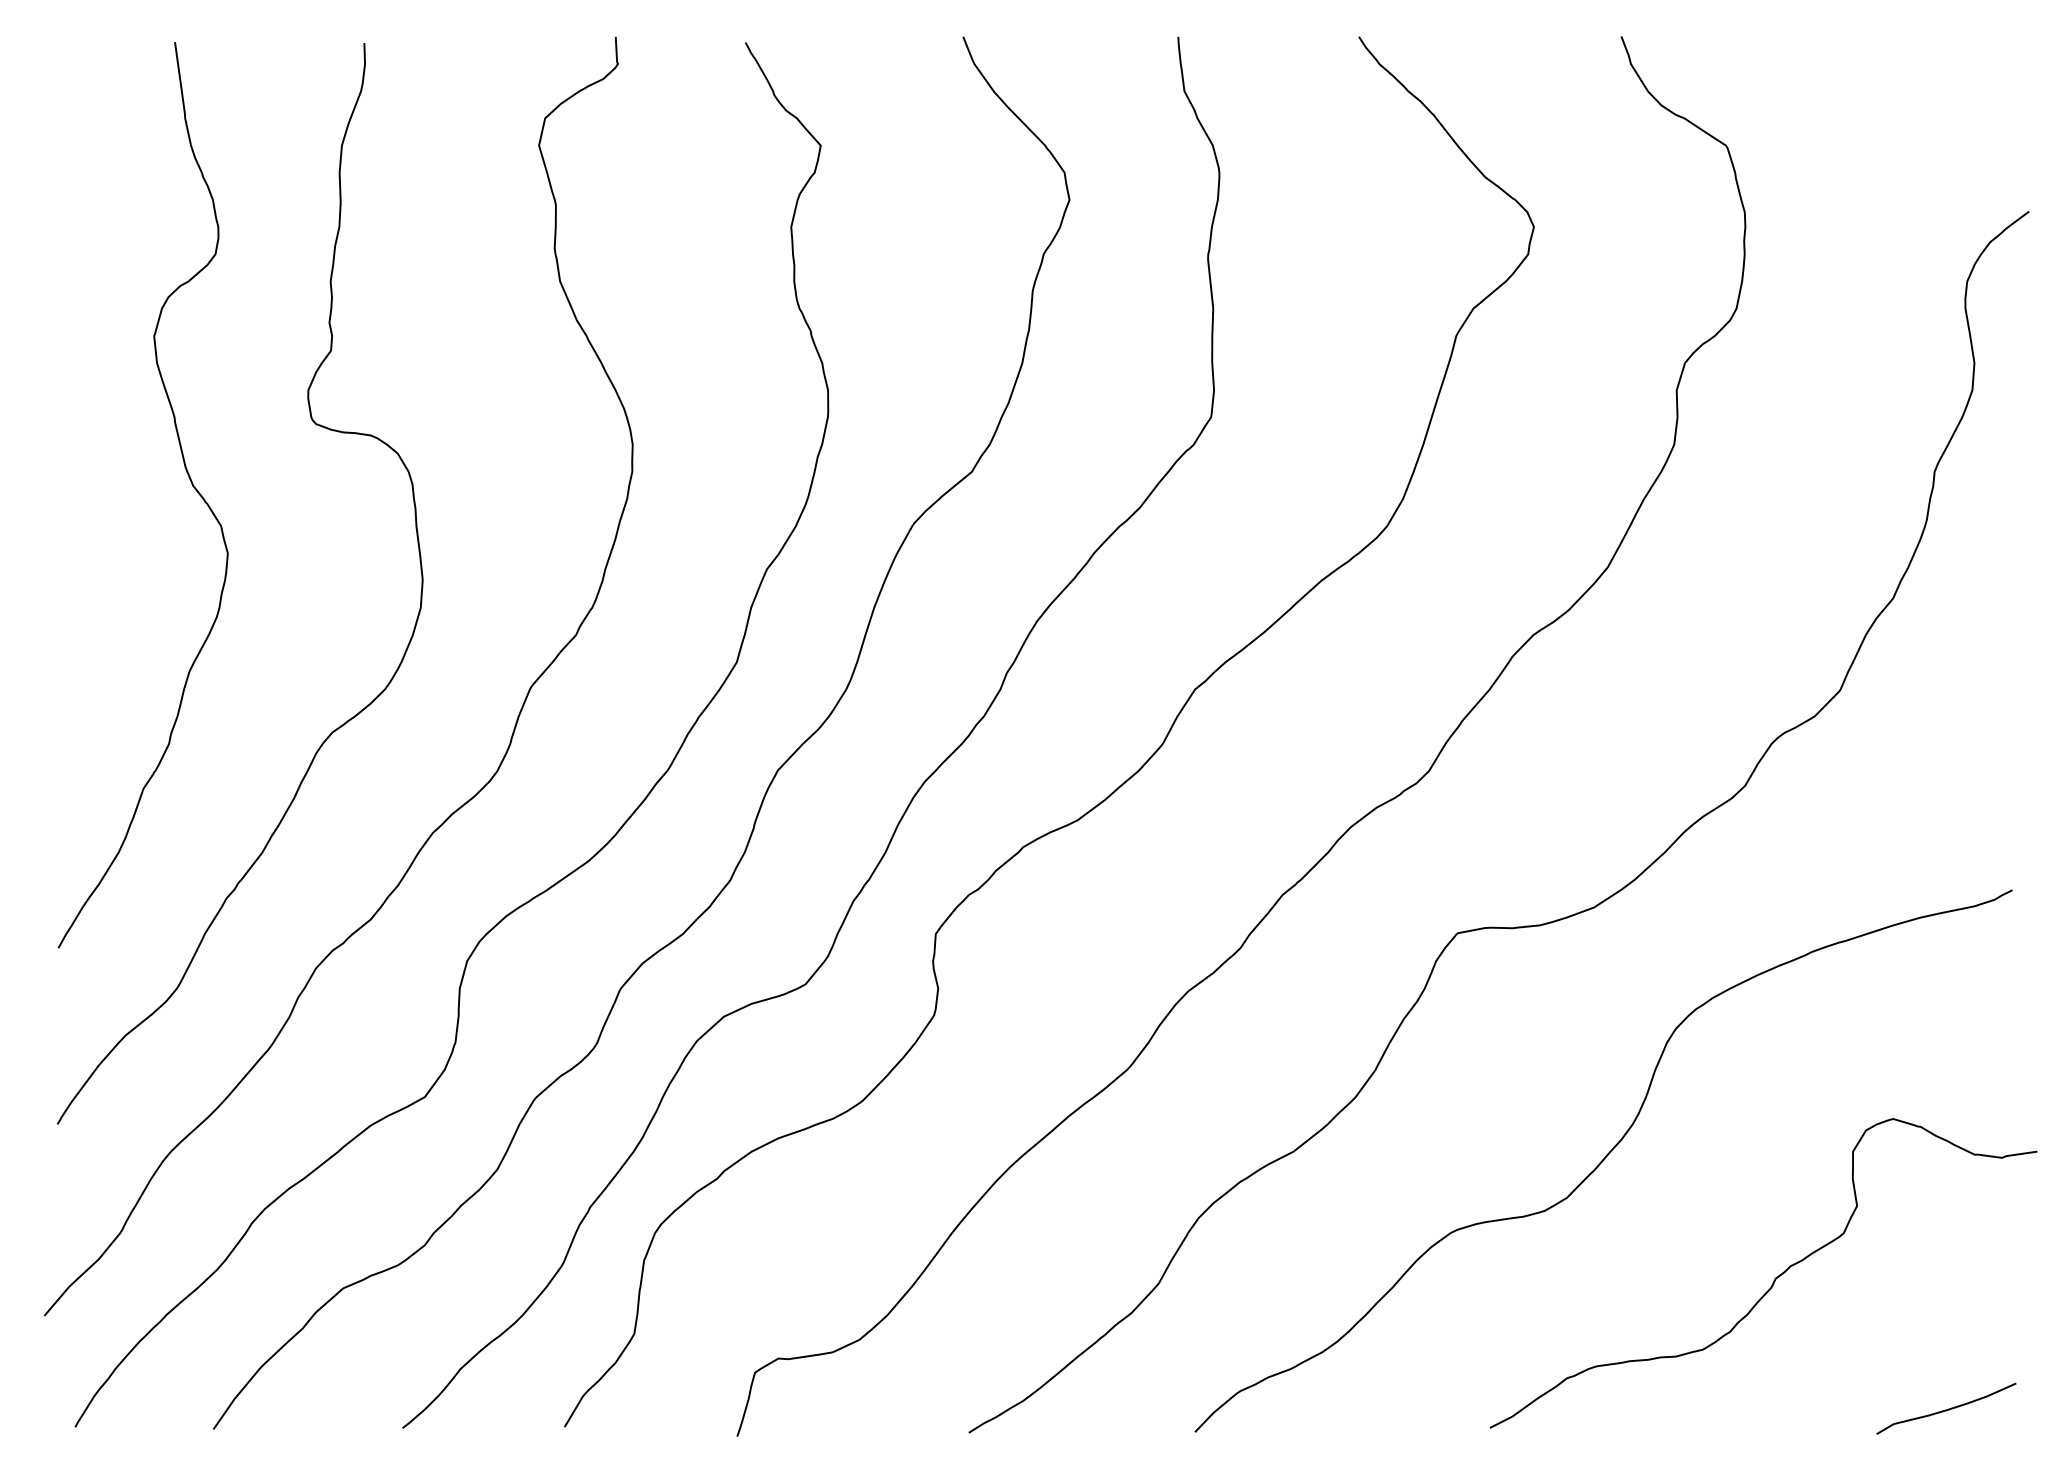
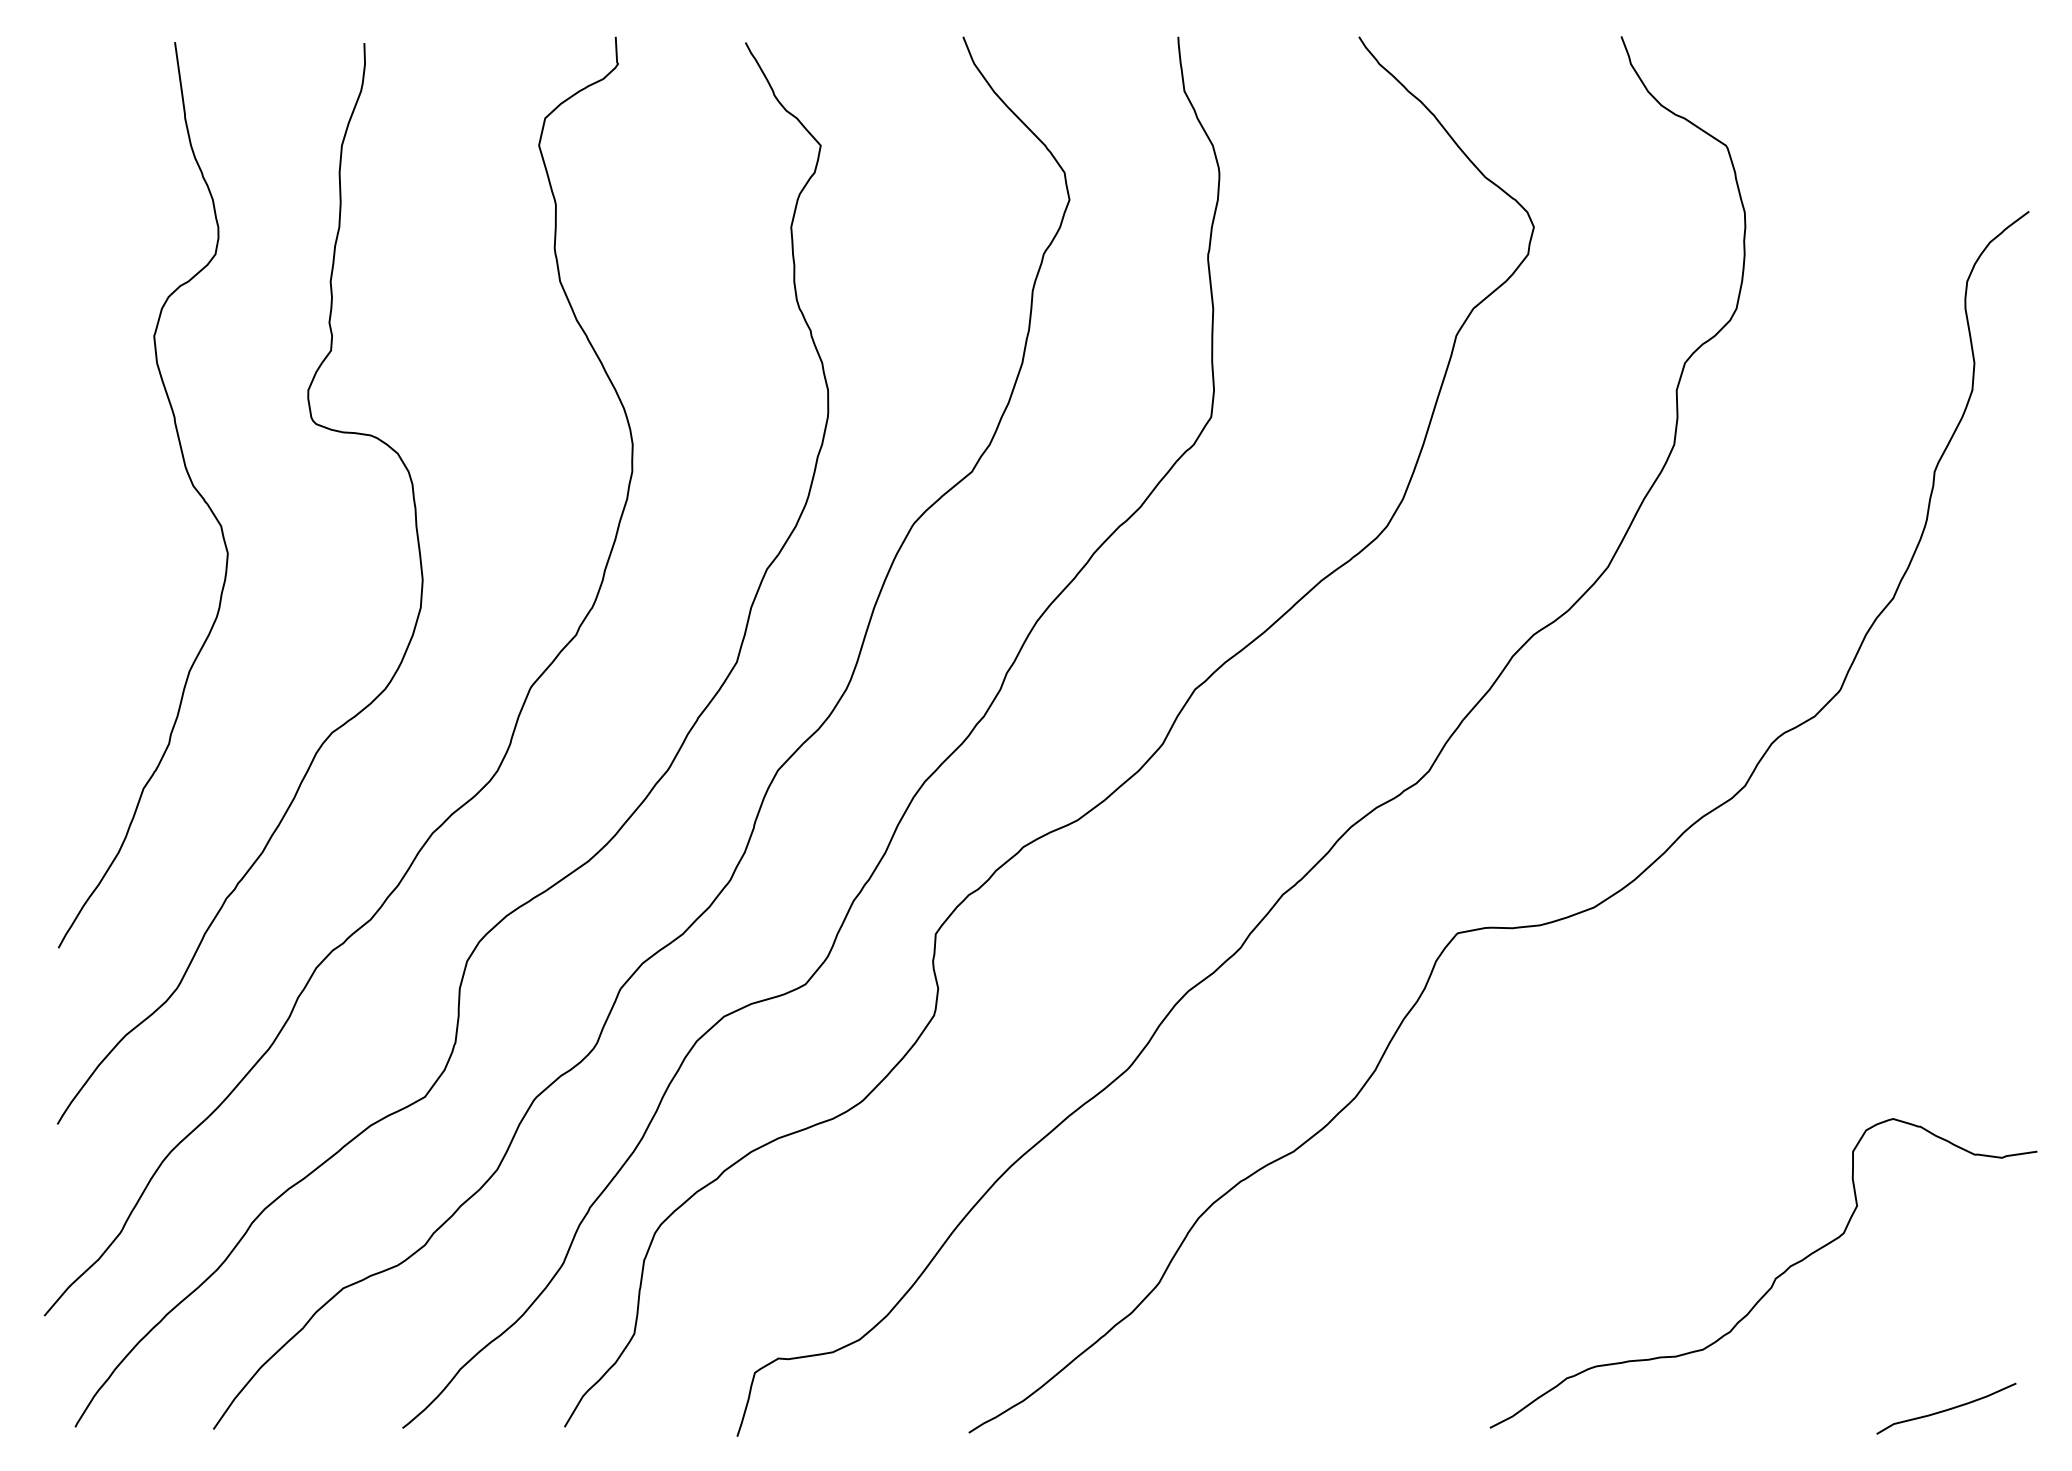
curve at (1603, 1160): present -> none
